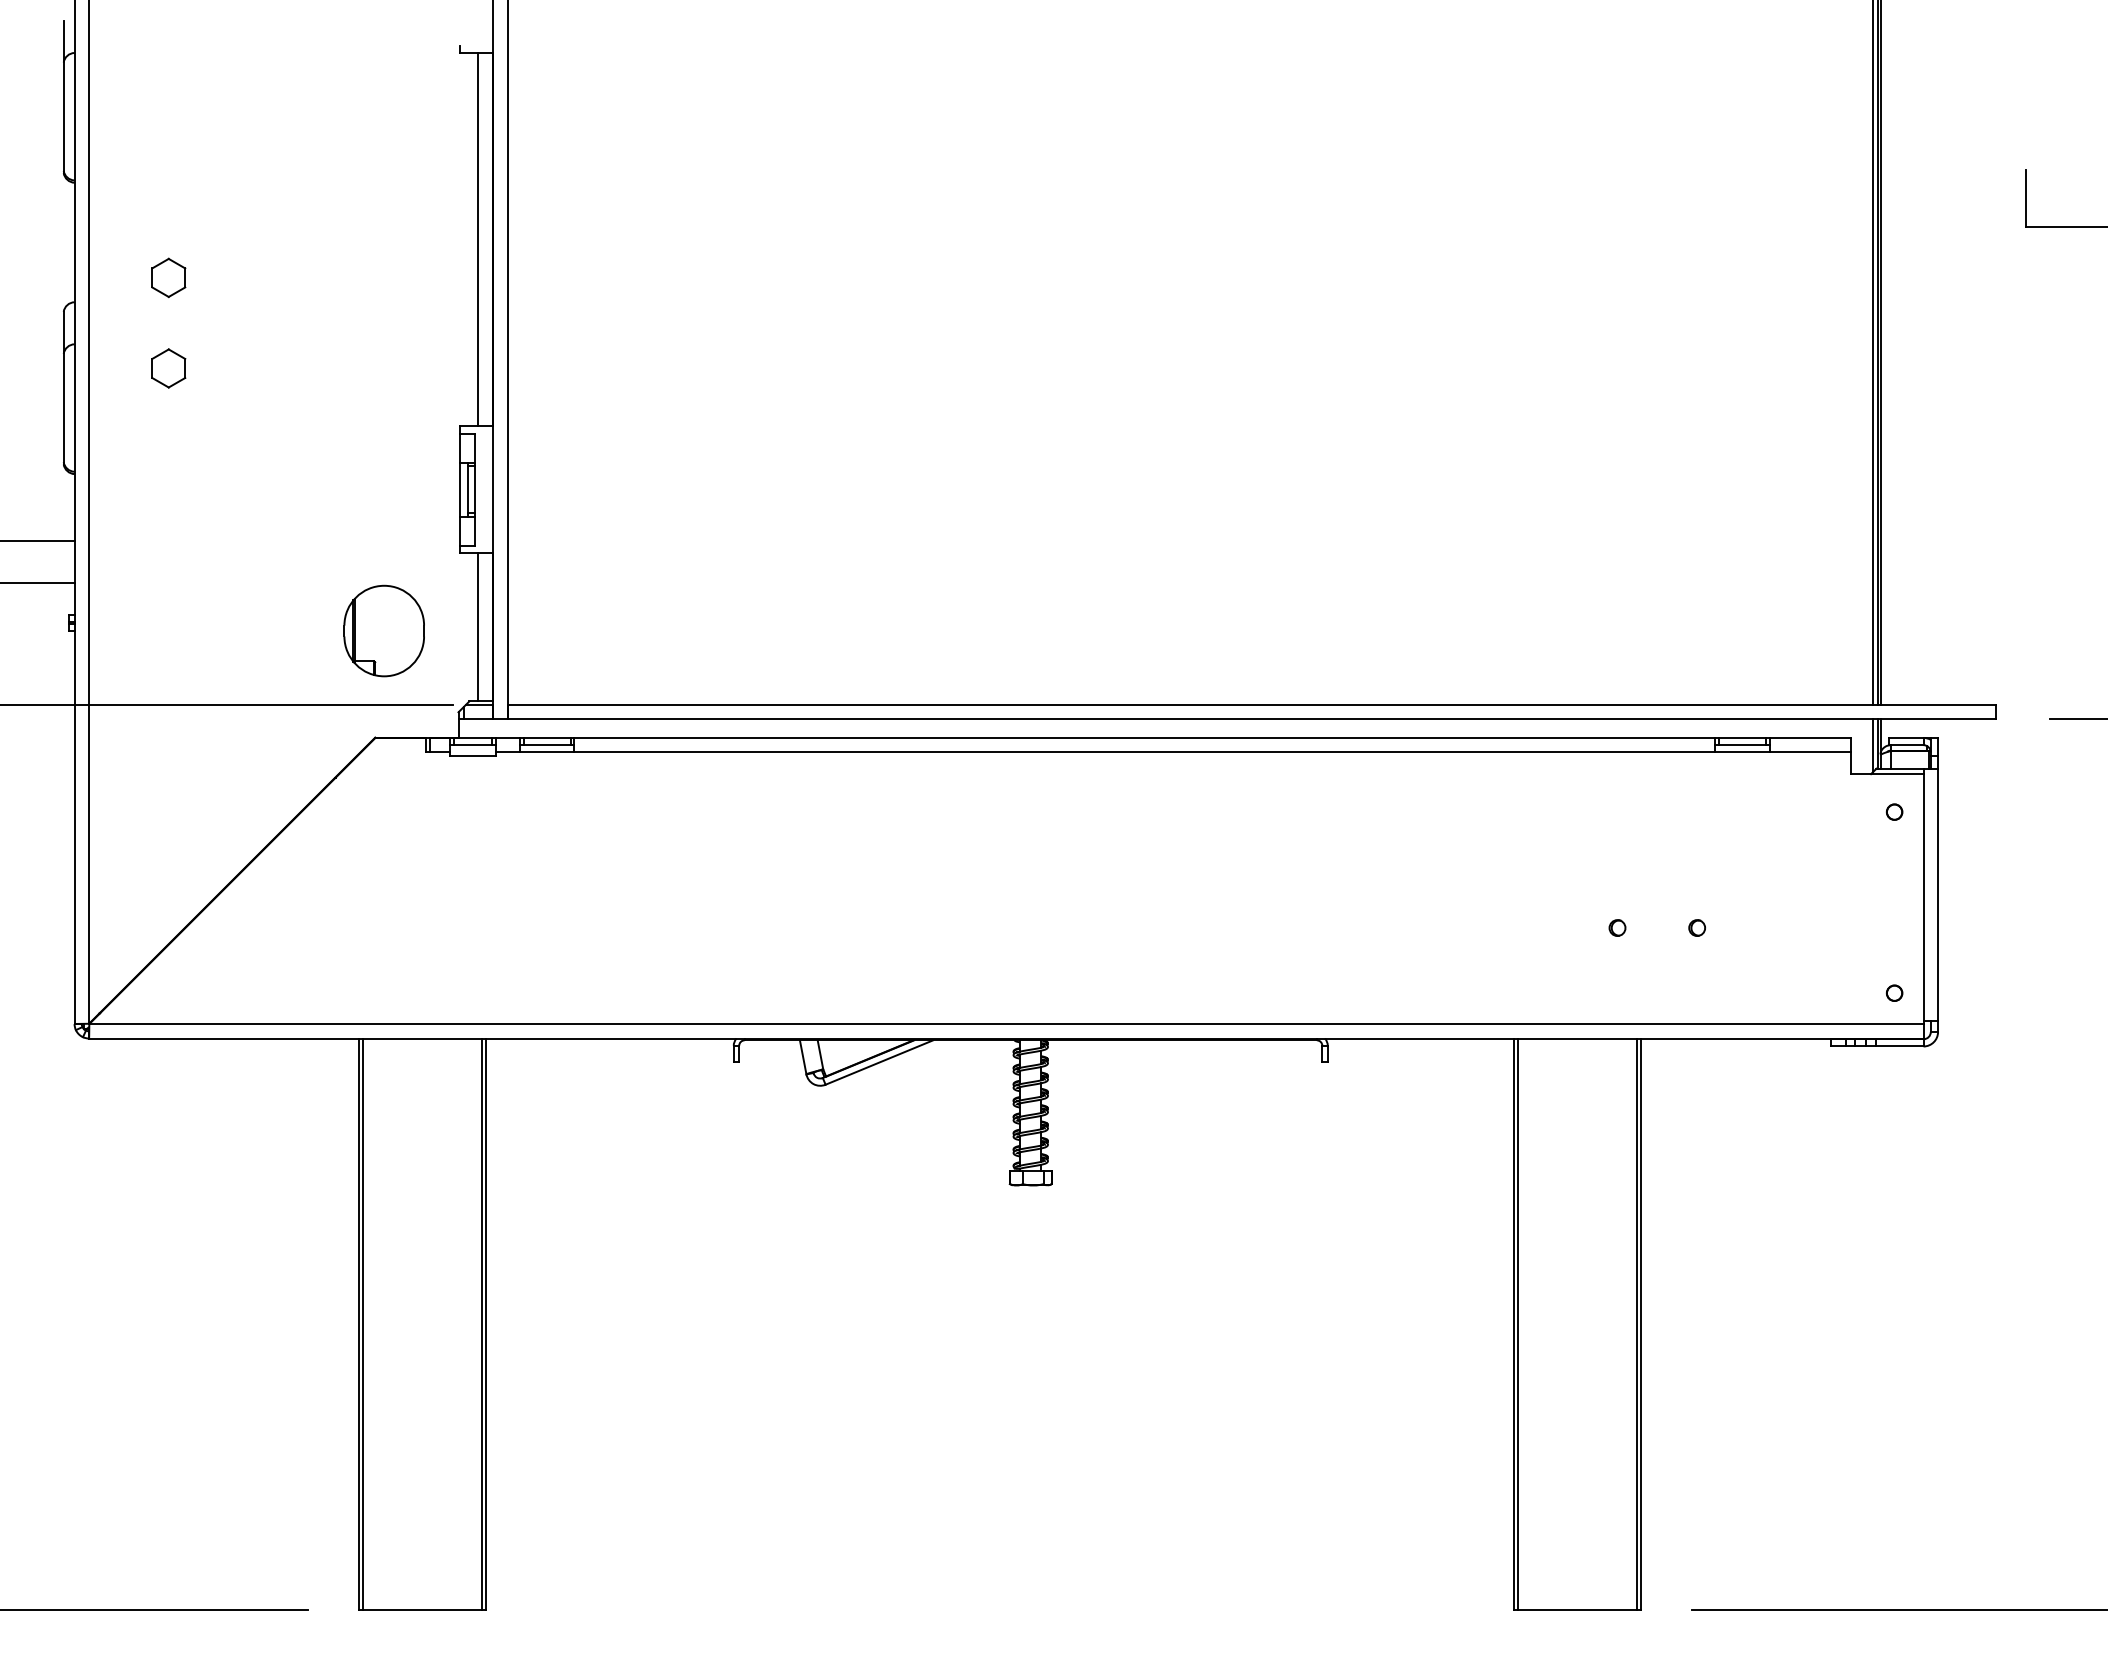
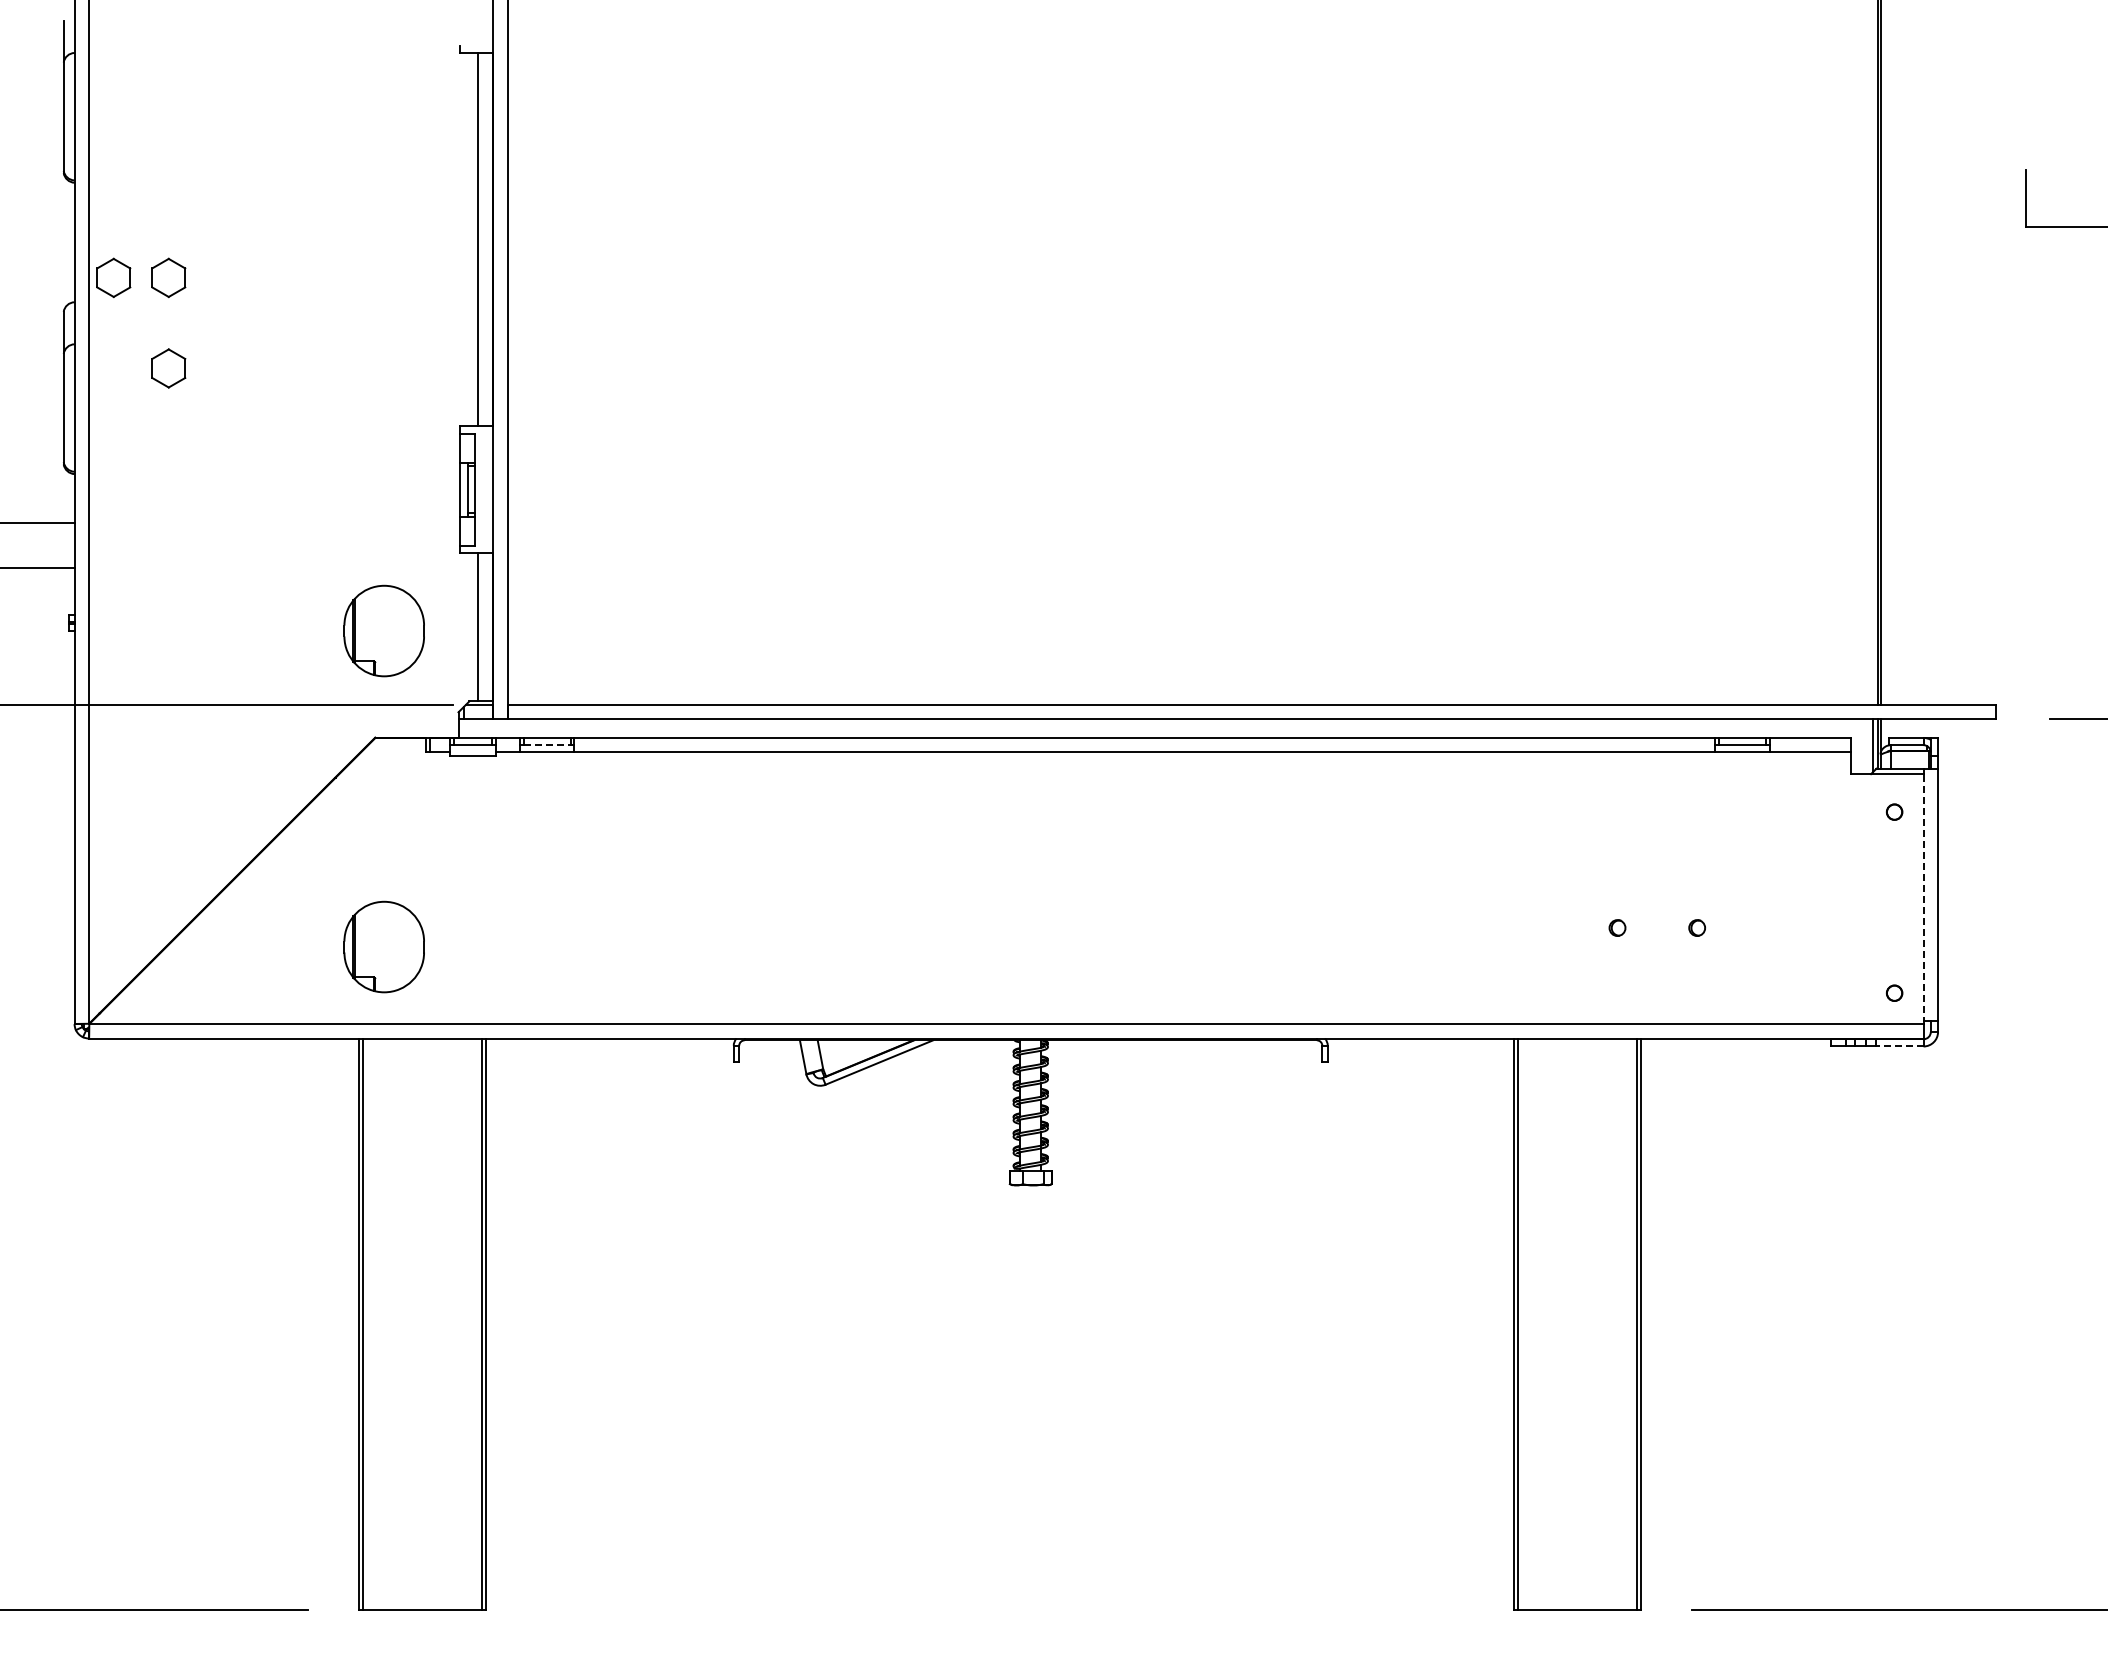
part at (113, 277): none -> present
line at (1872, 353): present -> none
line at (38, 540) position: (38, 540) -> (38, 522)
line at (38, 582) position: (38, 582) -> (38, 567)
line at (547, 745): solid -> dashed
line at (1923, 899): solid -> dashed
part at (383, 946): none -> present
line at (1900, 1046): solid -> dashed
